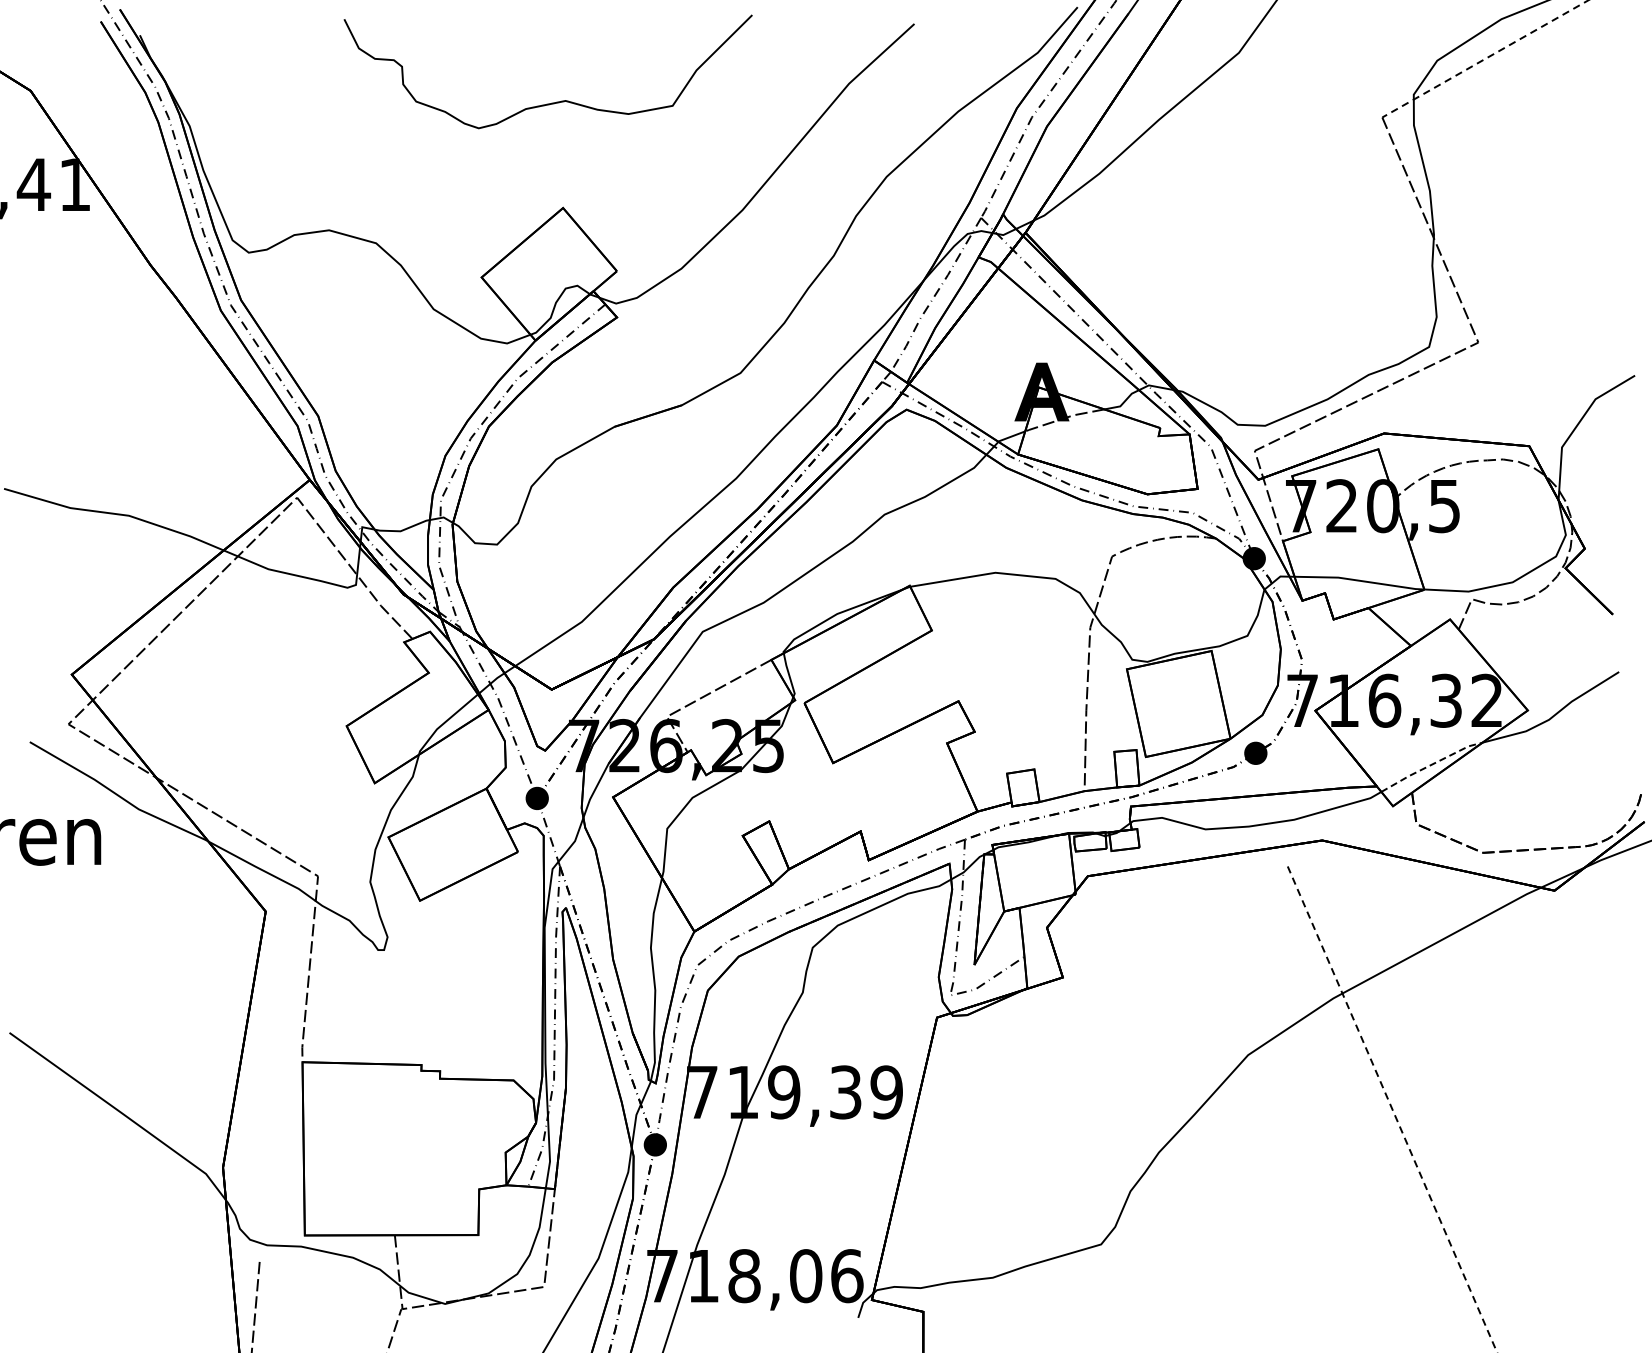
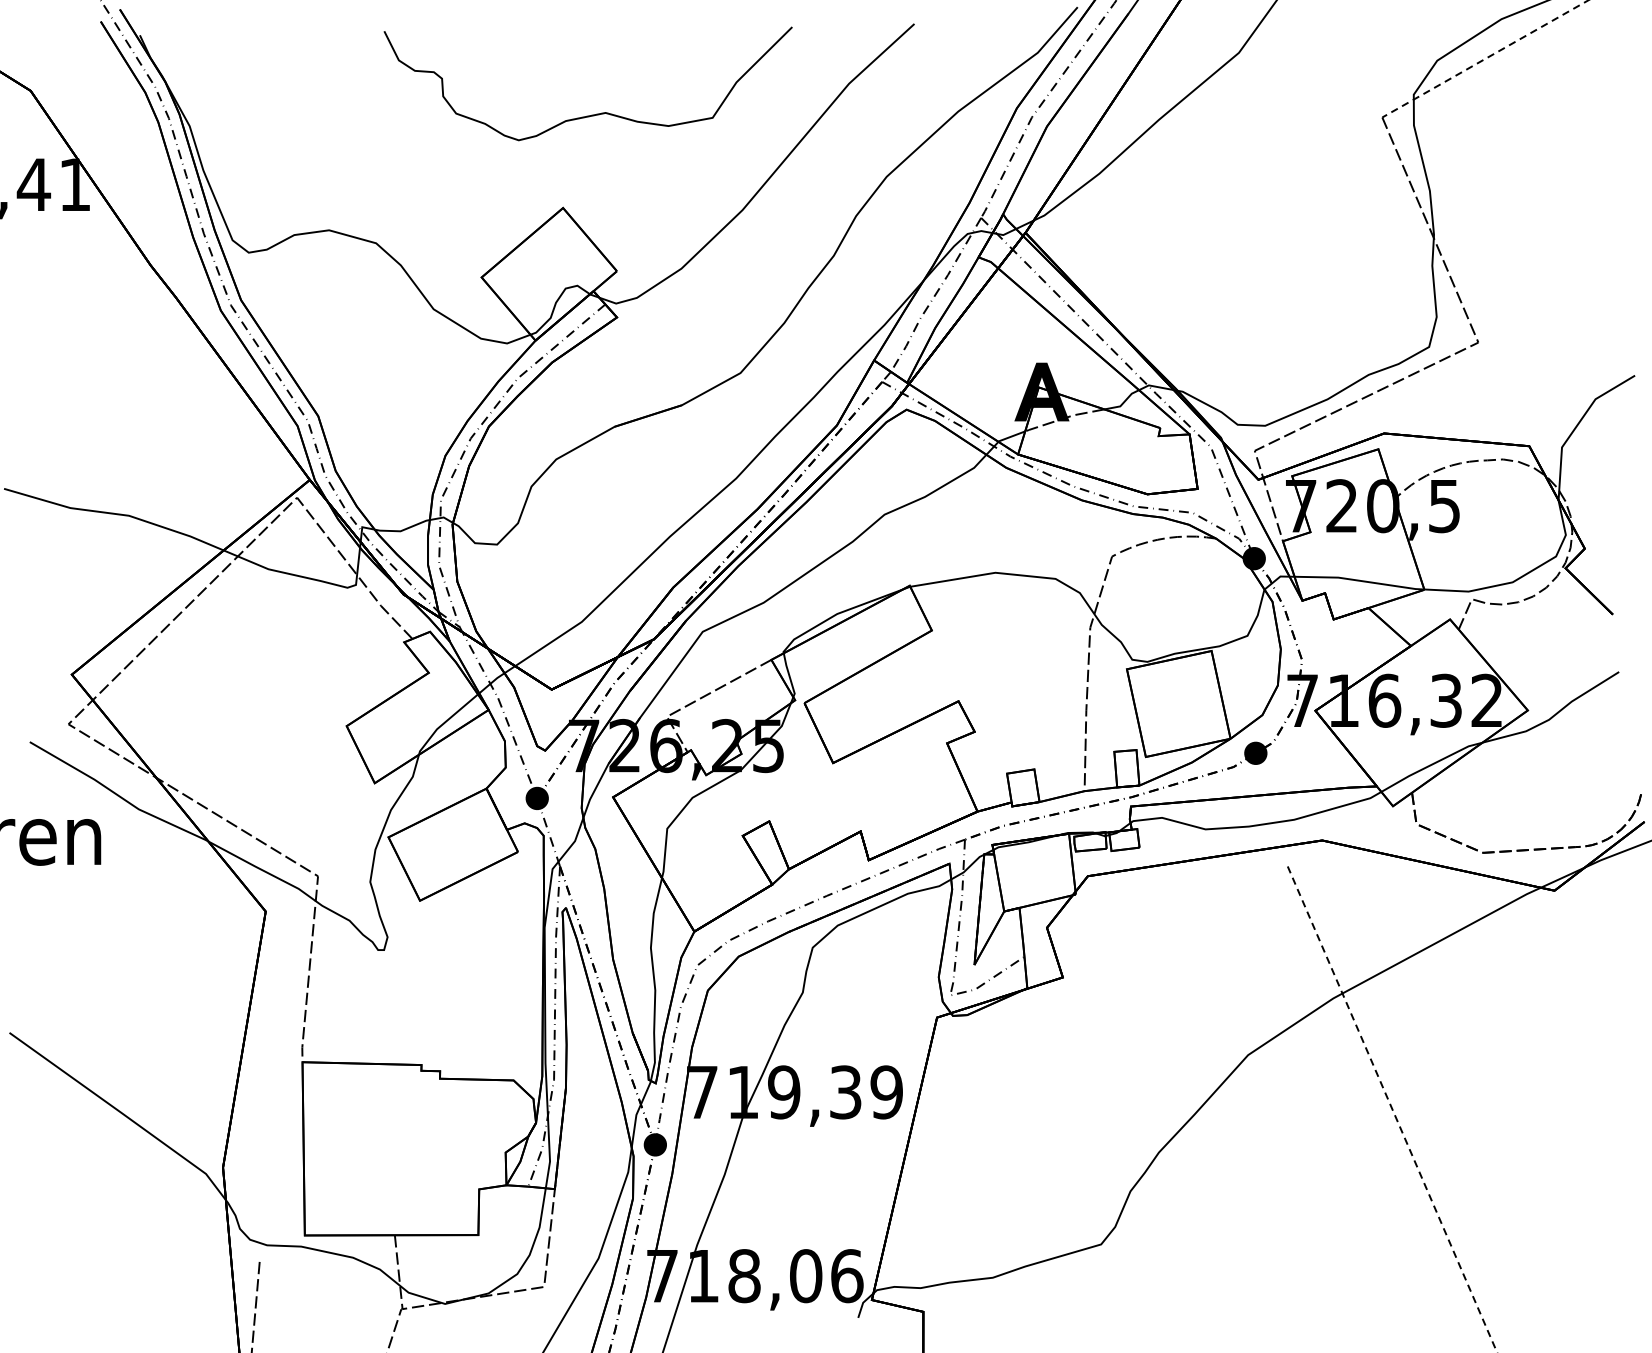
curve at (551, 102) position: (551, 102) -> (591, 114)
line at (1431, 764): dashed -> solid
